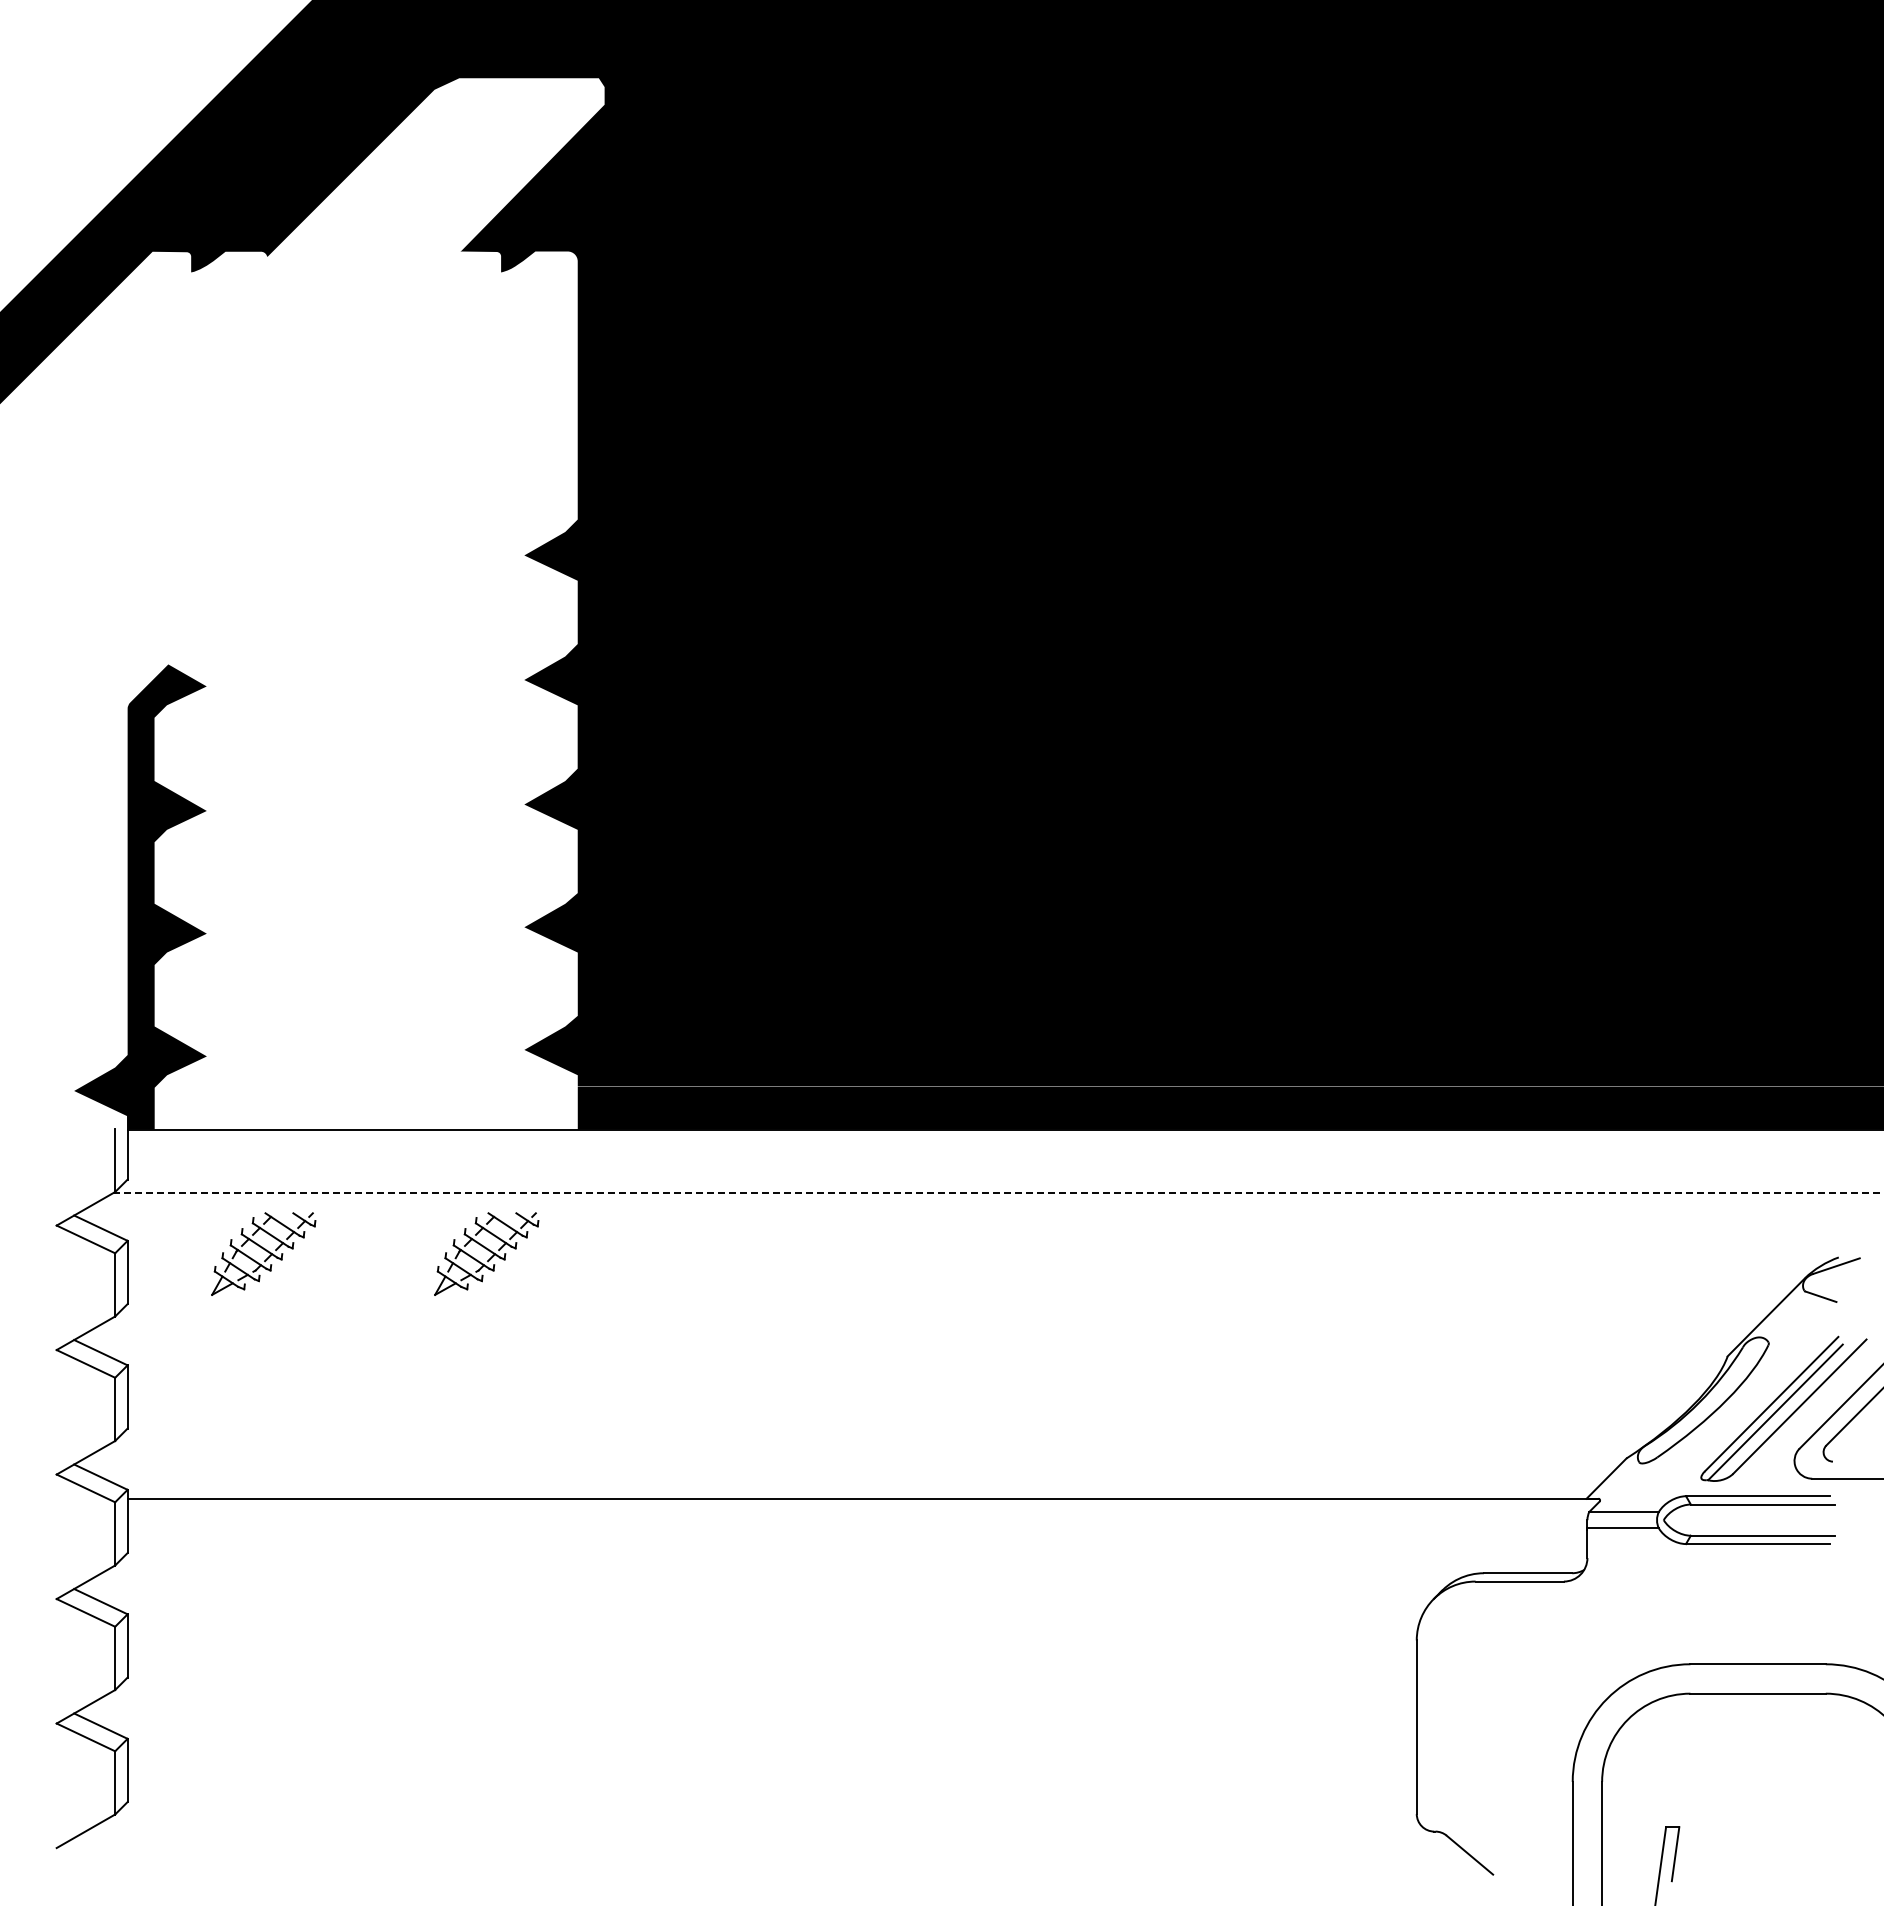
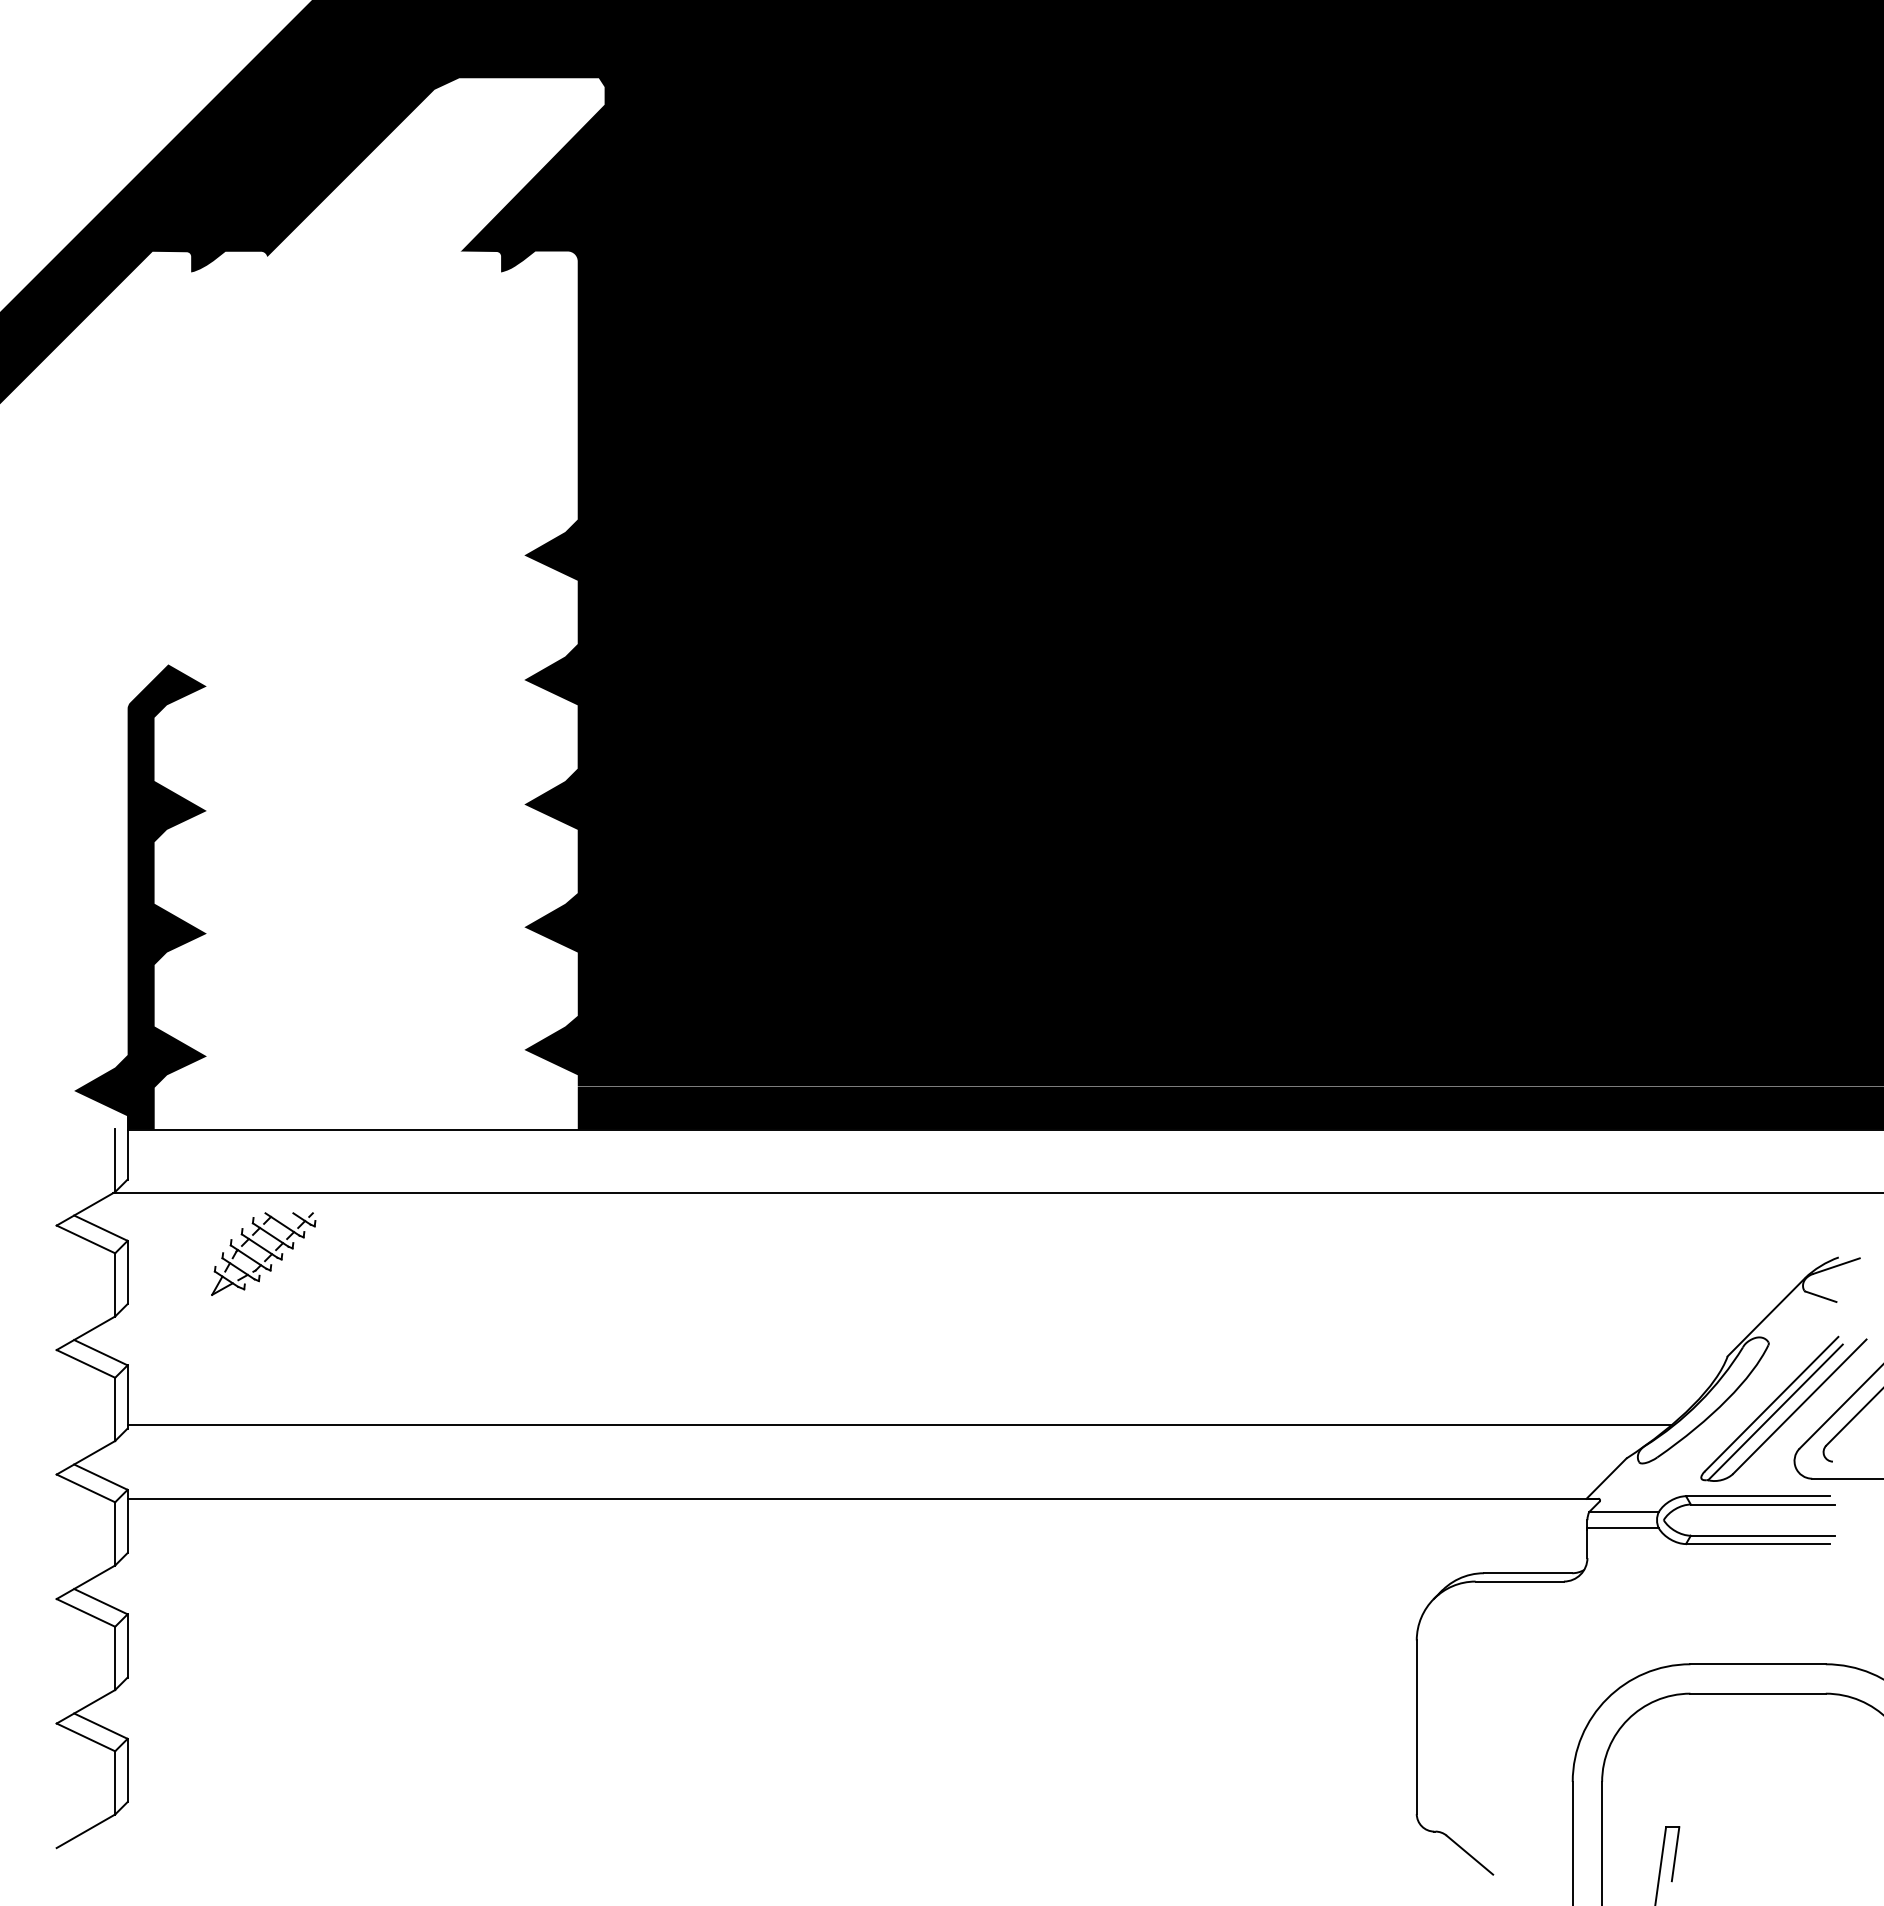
line at (998, 1193): dashed -> solid
part at (486, 1253): present -> none
line at (899, 1425): none -> present
